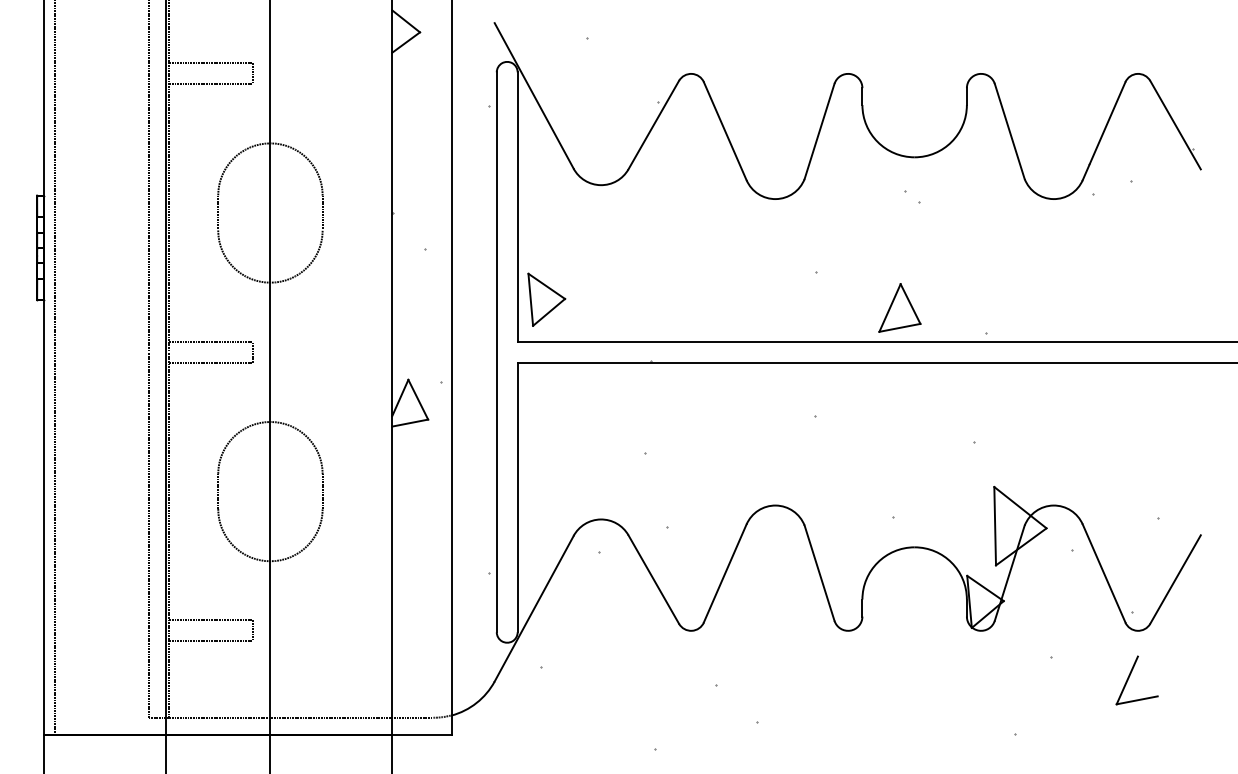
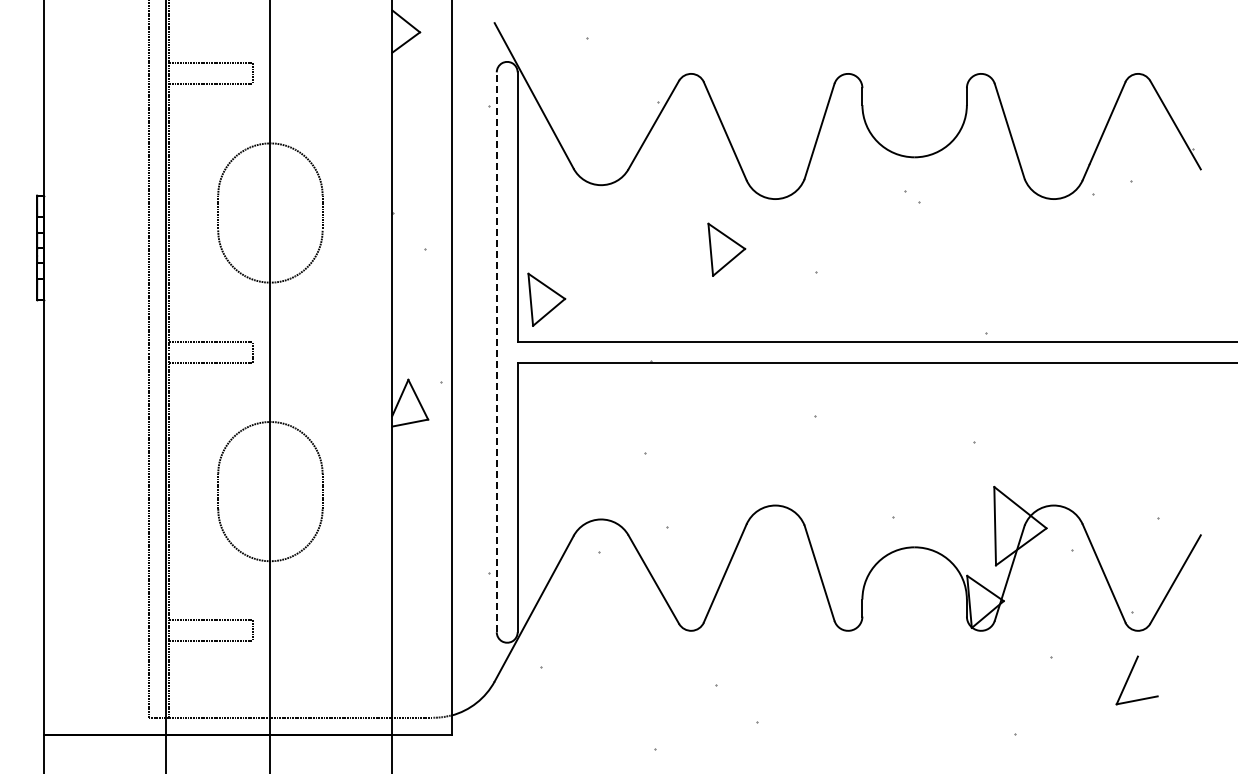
part at (726, 249): none -> present
part at (899, 307): present -> none
line at (496, 352): solid -> dashed
line at (54, 368): present -> none
